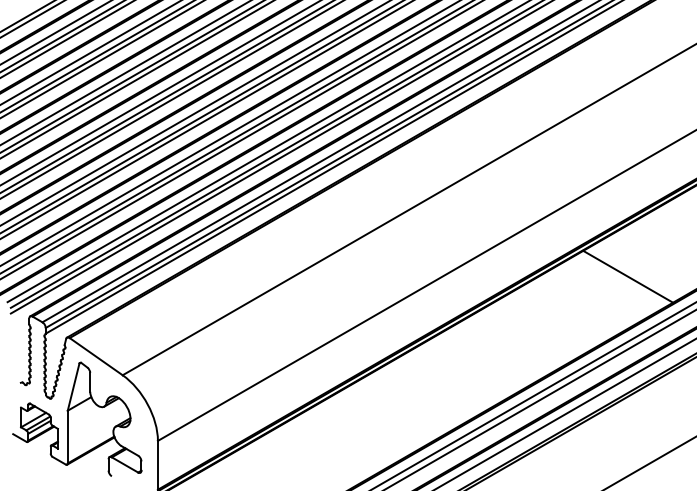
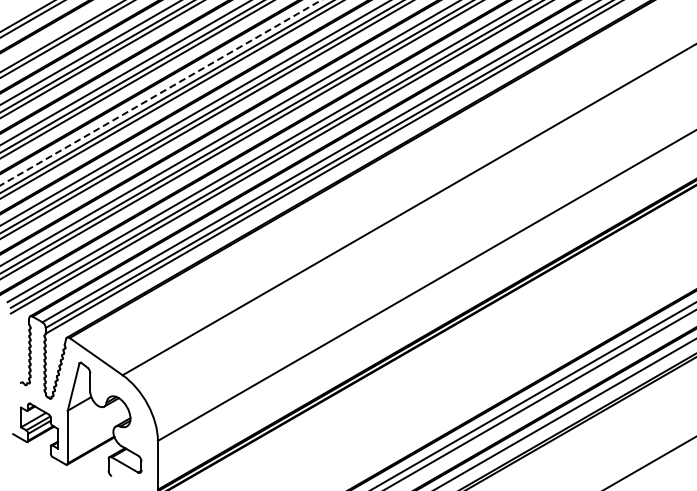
line at (55, 32): present -> none
line at (161, 92): solid -> dashed
line at (628, 276): present -> none
